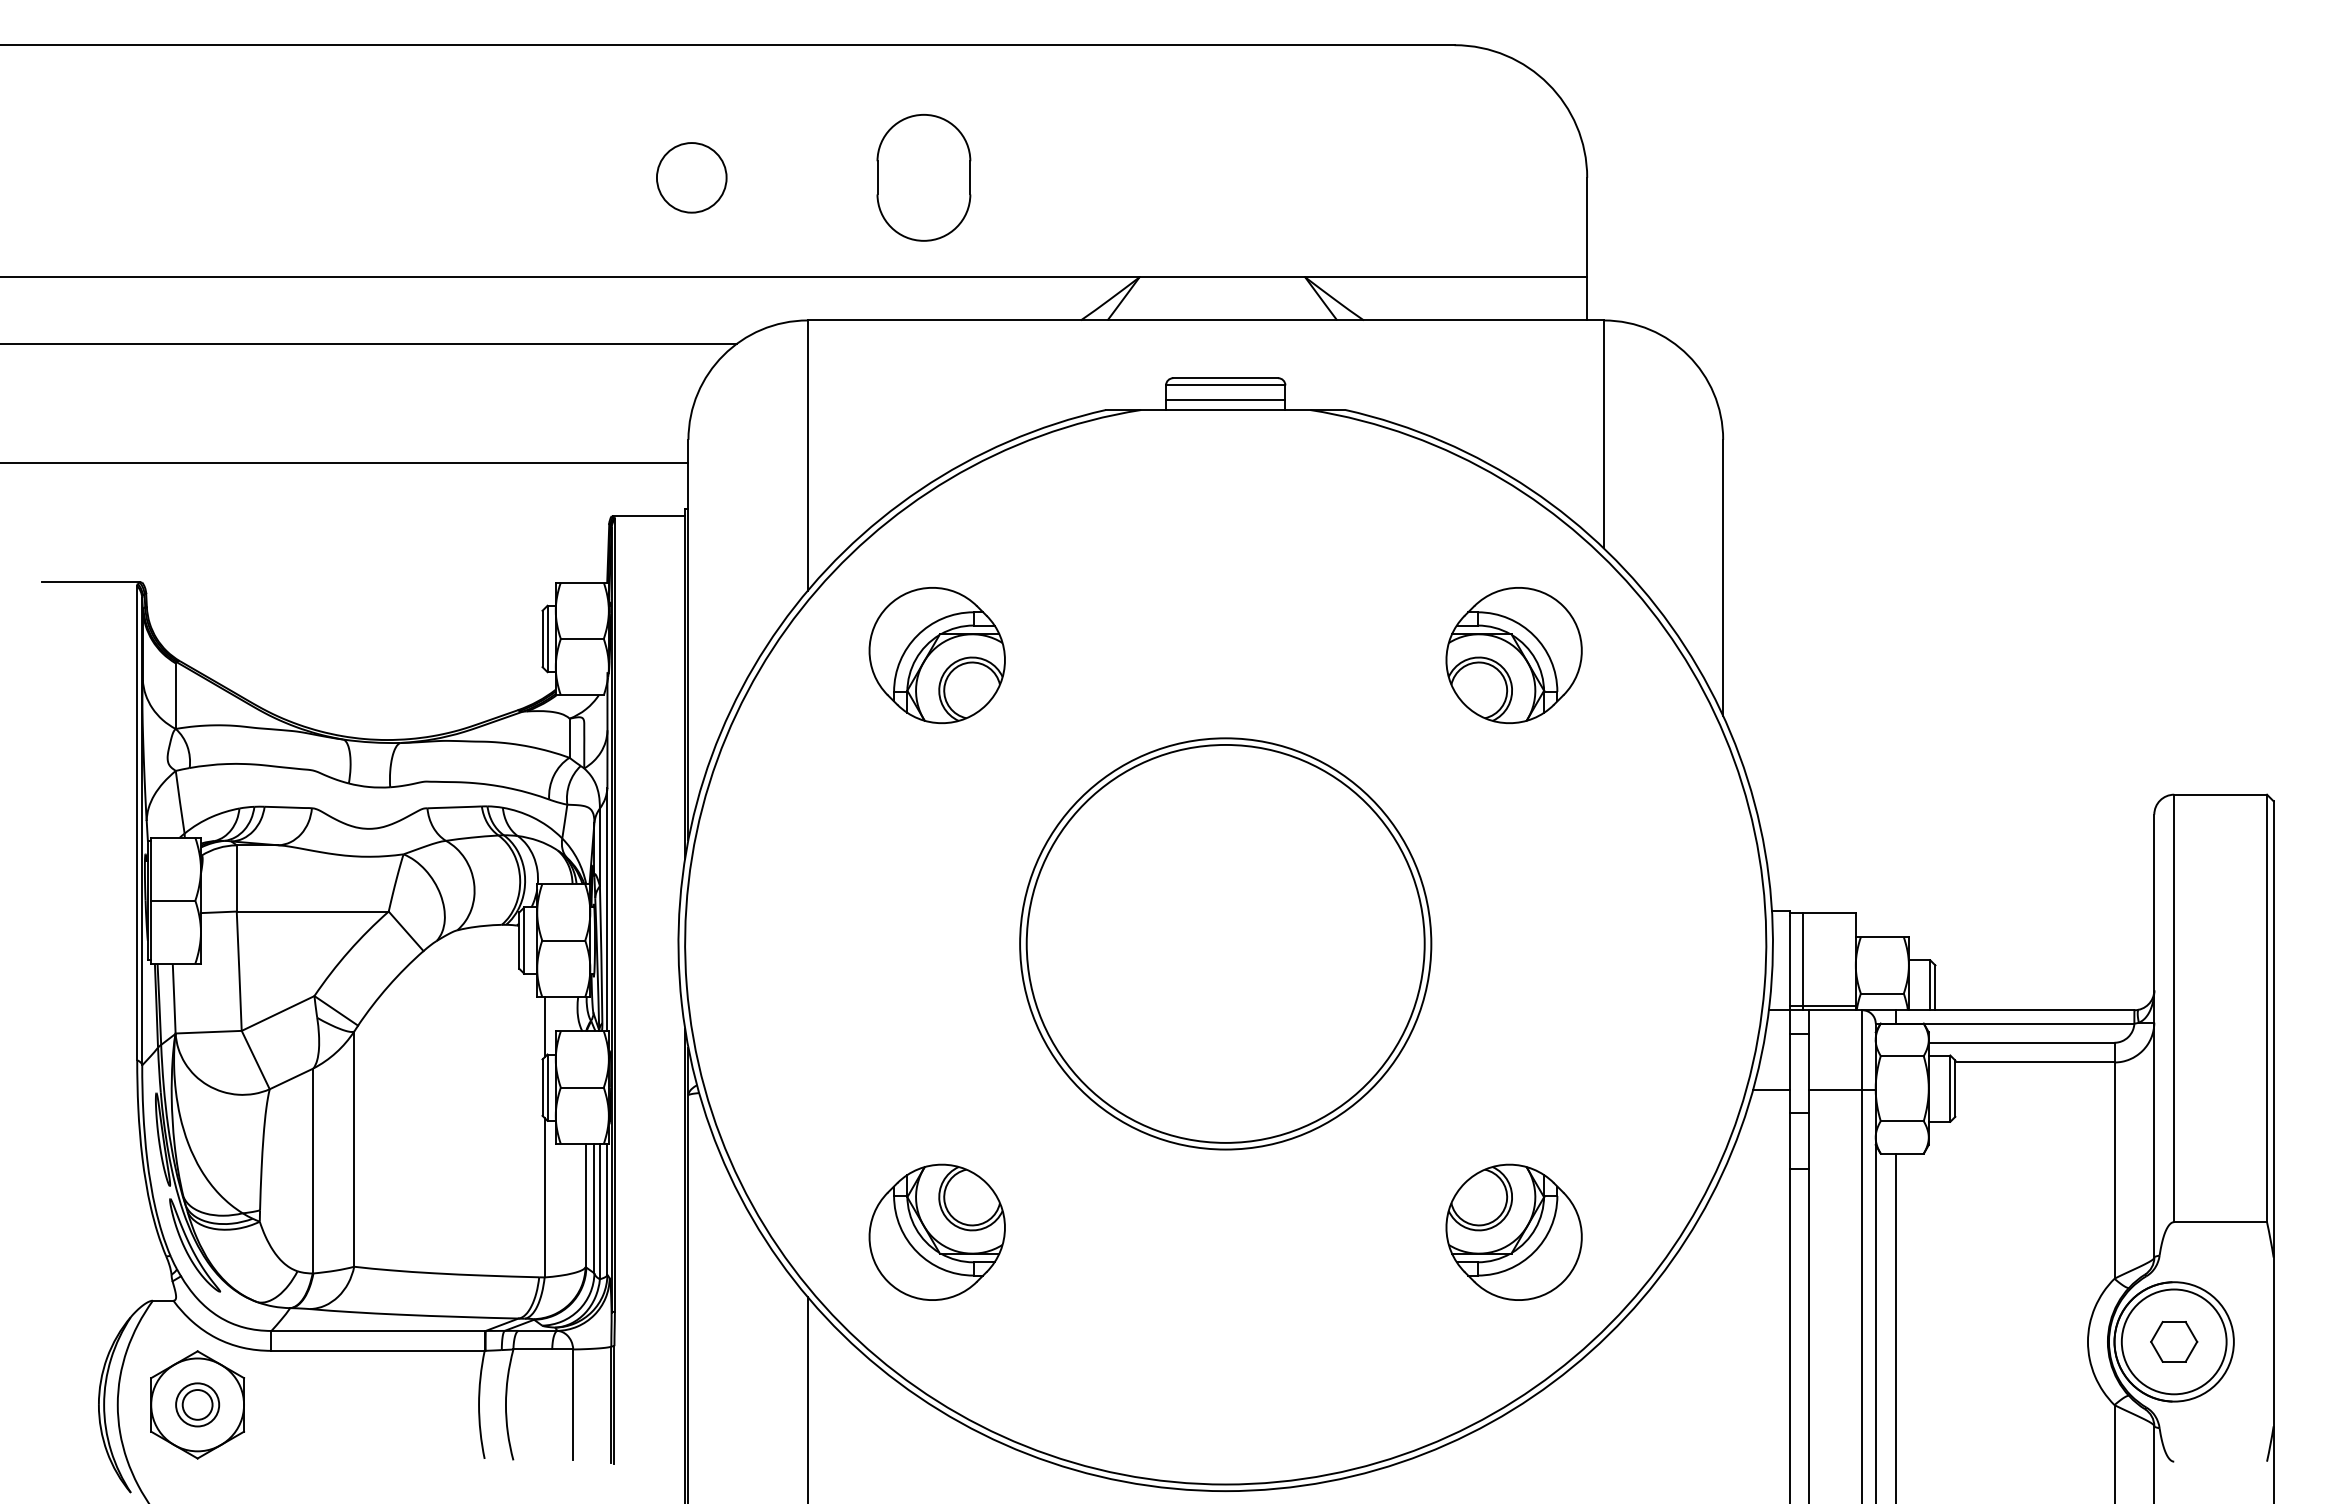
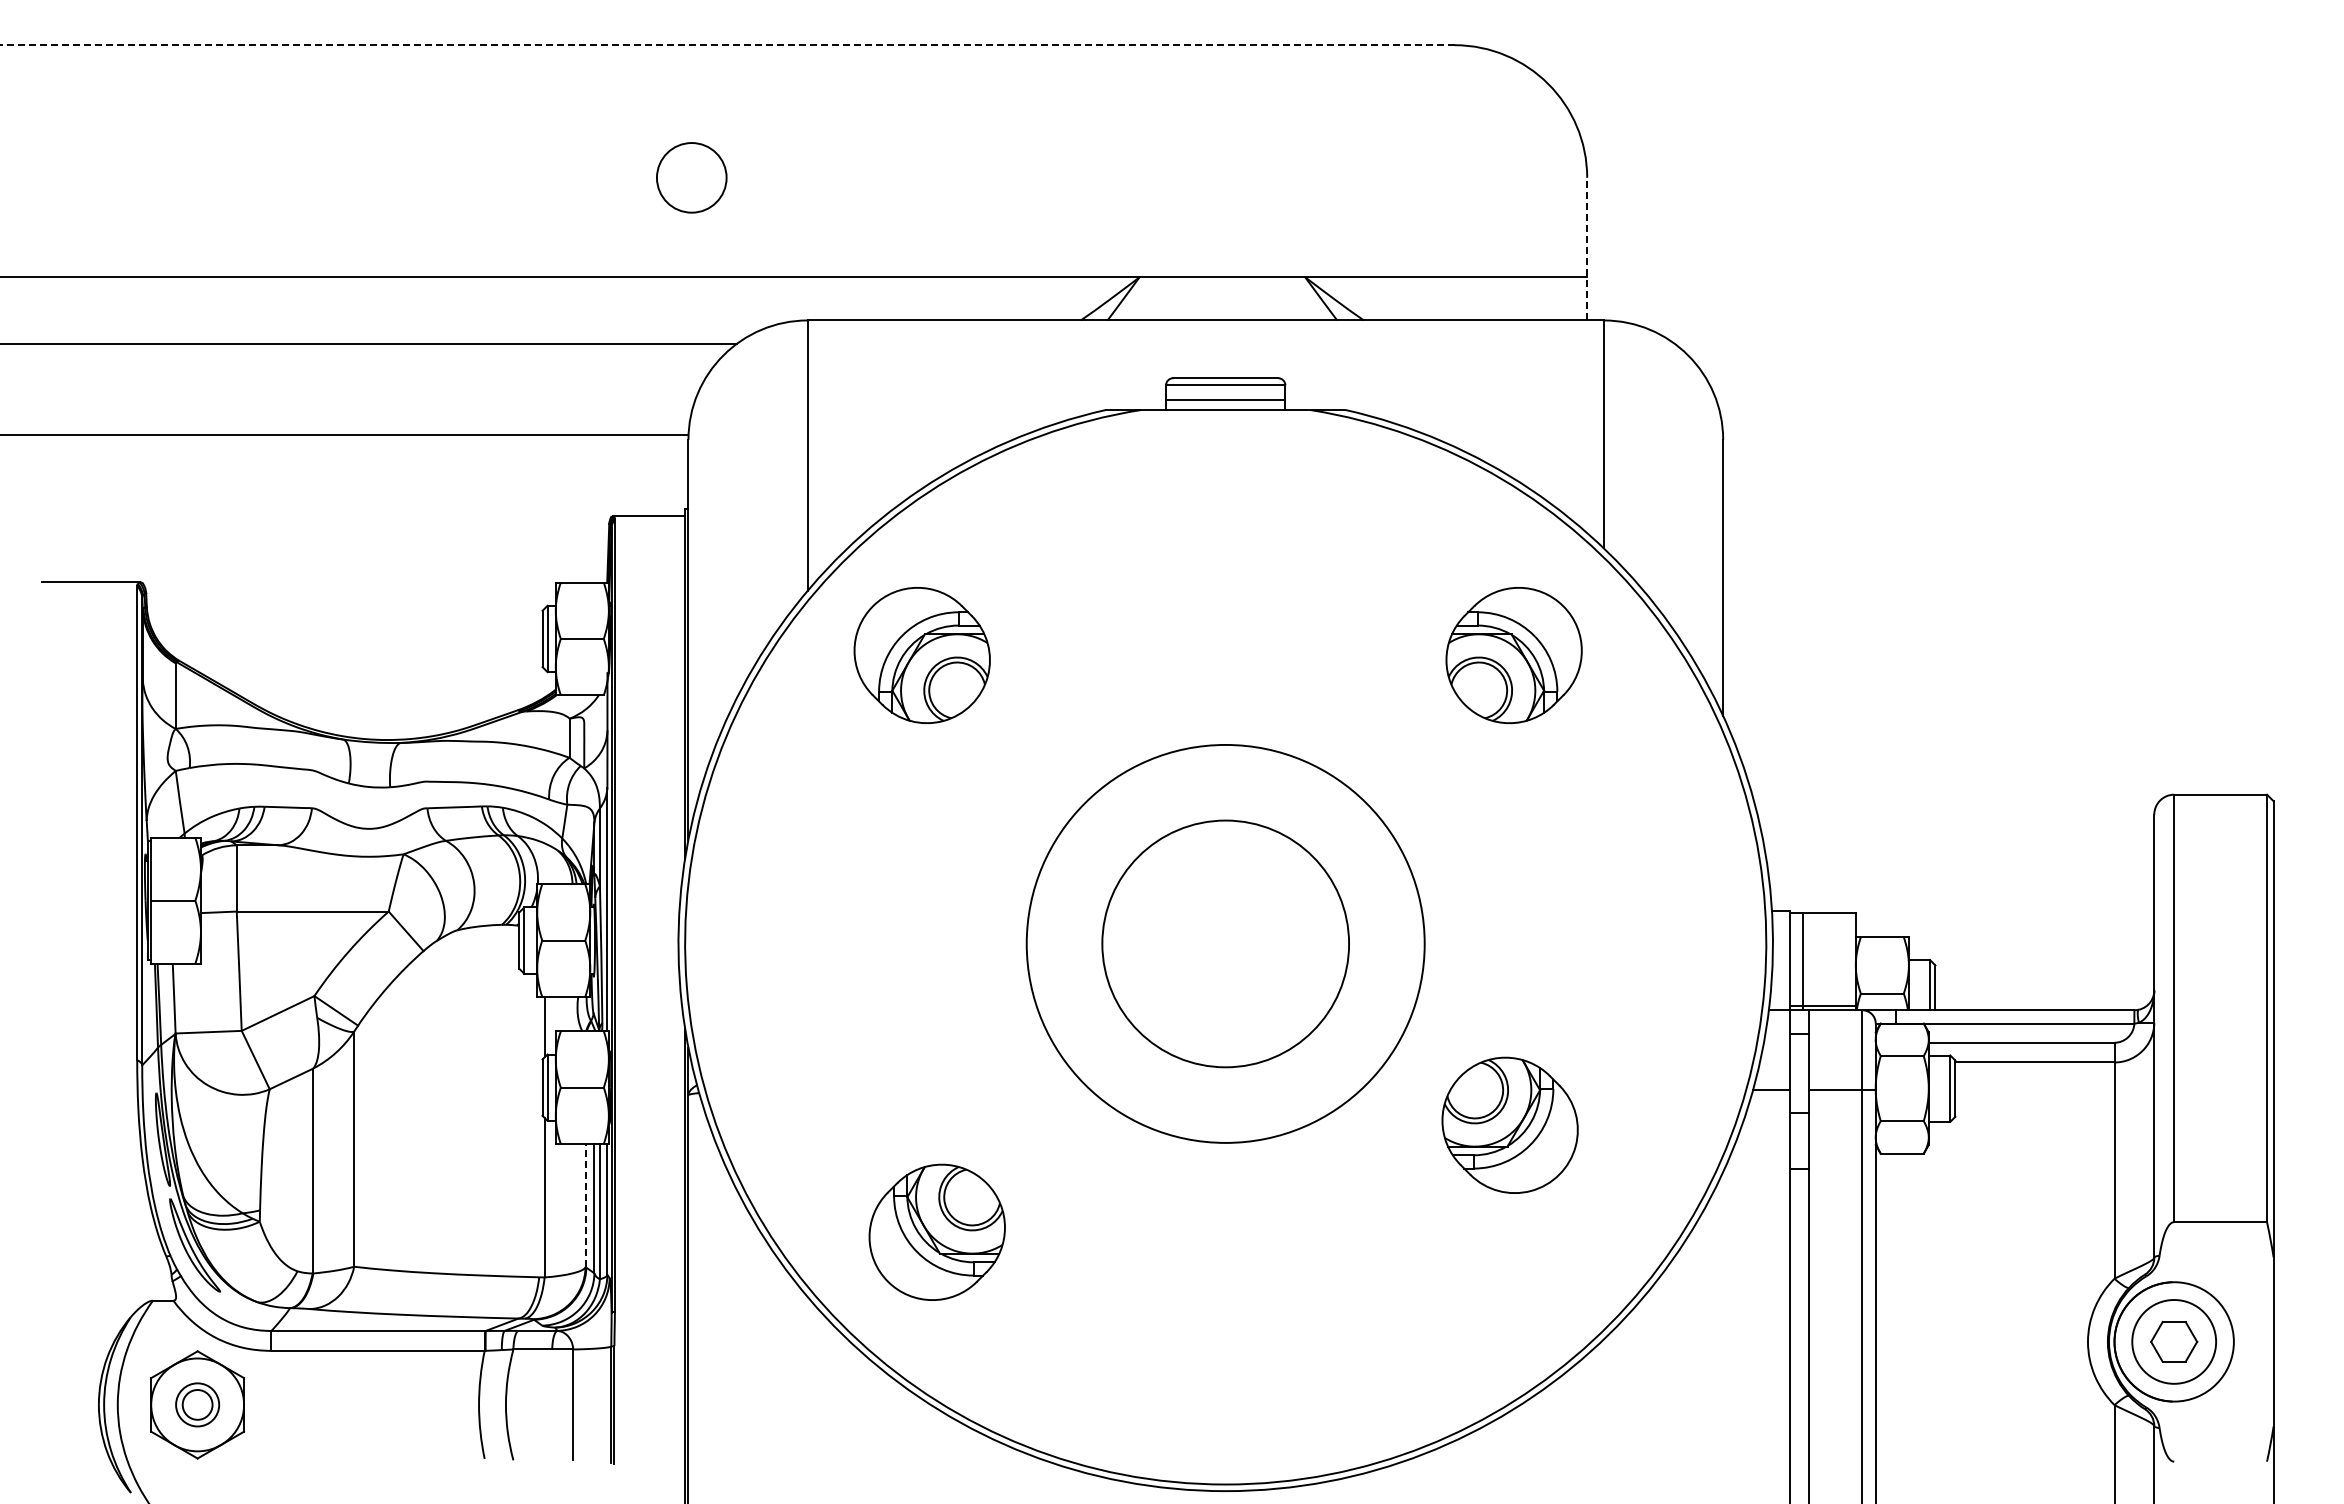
line at (727, 45): solid -> dashed
part at (923, 177): present -> none
line at (1587, 248): solid -> dashed
line at (345, 463) position: (345, 463) -> (345, 435)
part at (936, 655) position: (936, 655) -> (921, 655)
circle at (1225, 943) diameter: 411 px -> 247 px
line at (585, 1205): solid -> dashed
part at (1513, 1231) position: (1513, 1231) -> (1509, 1124)
line at (1895, 1326): present -> none
circle at (2173, 1341) diameter: 105 px -> 84 px
line at (807, 1398): present -> none
